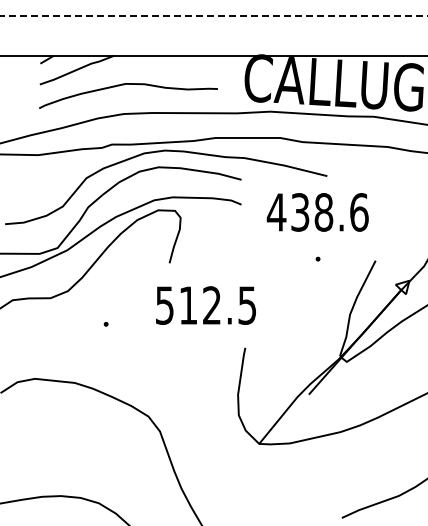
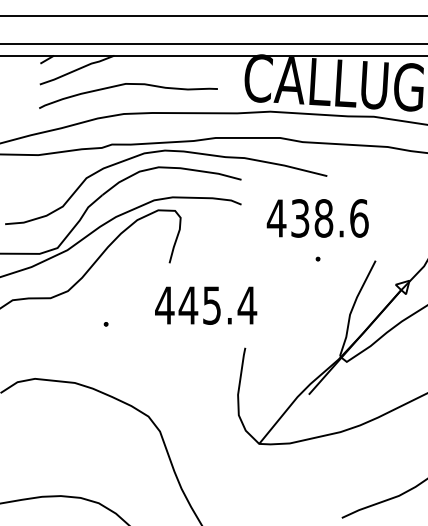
line at (214, 15): dashed -> solid
line at (213, 43): none -> present
text at (317, 212) position: (317, 212) -> (317, 218)
text at (206, 305): 512.5 -> 445.4
